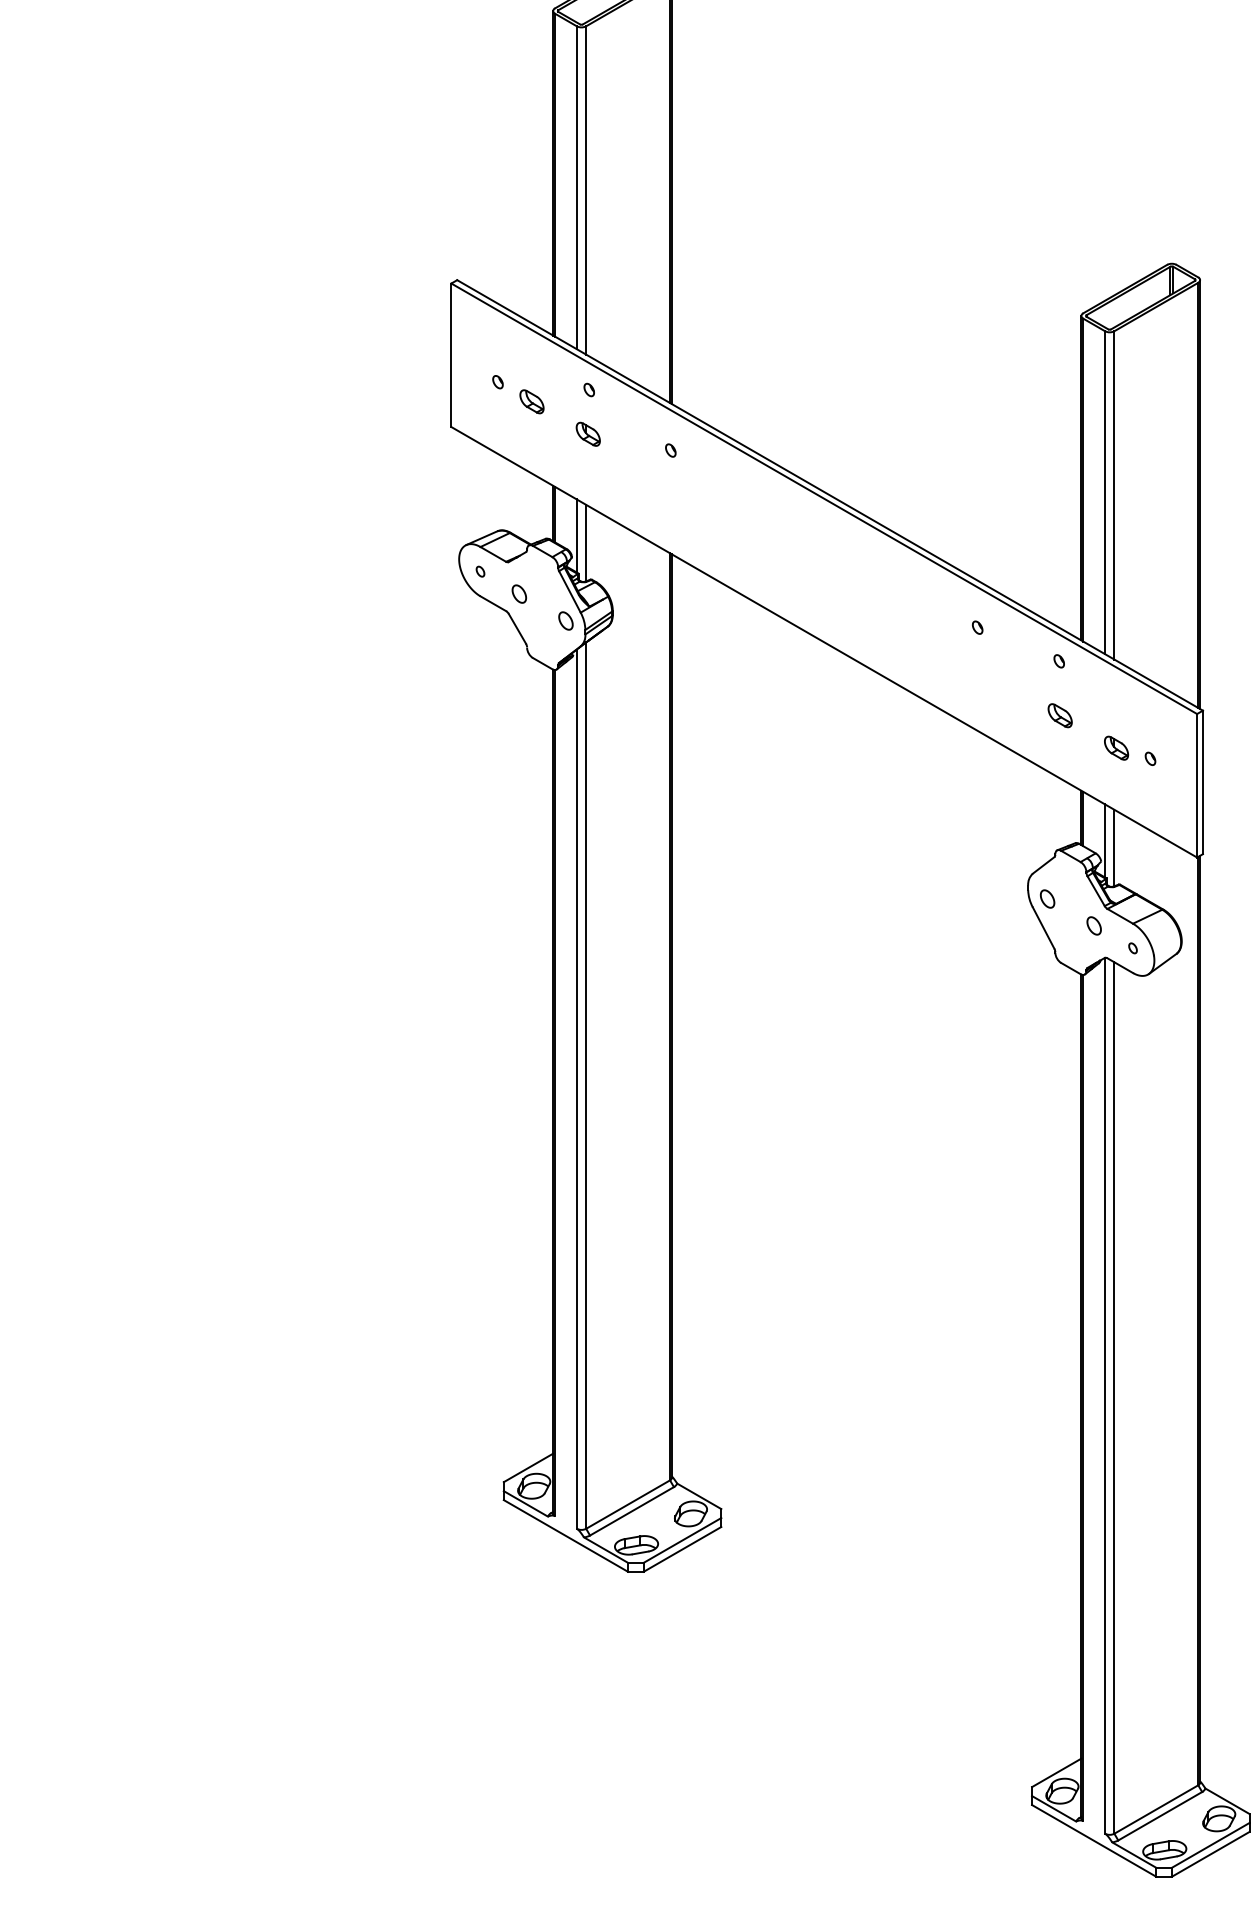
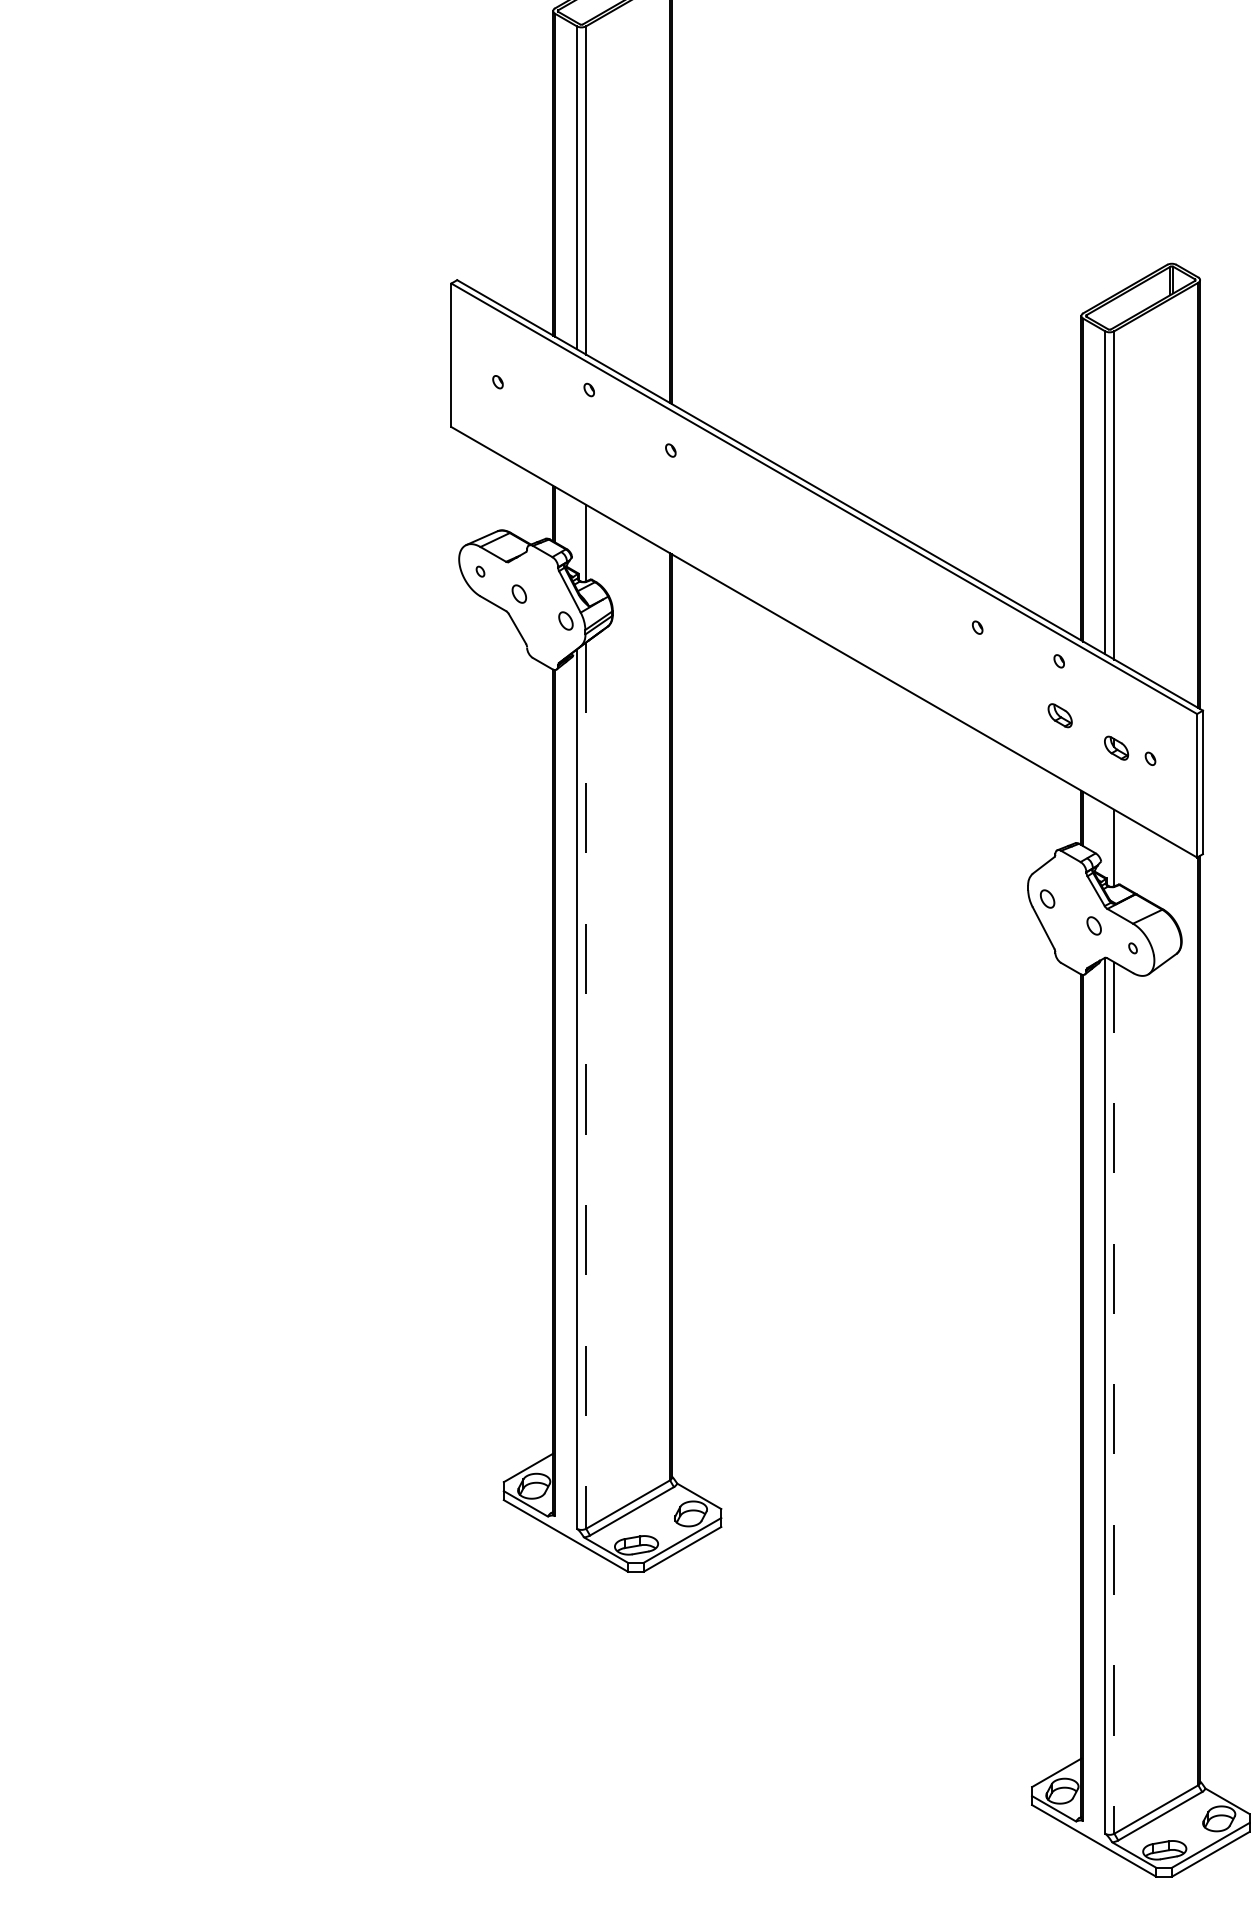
part at (531, 401): present -> none
part at (587, 433): present -> none
line at (576, 535): present -> none
line at (1105, 840): present -> none
line at (586, 1086): solid -> dashed
line at (1114, 1398): solid -> dashed
